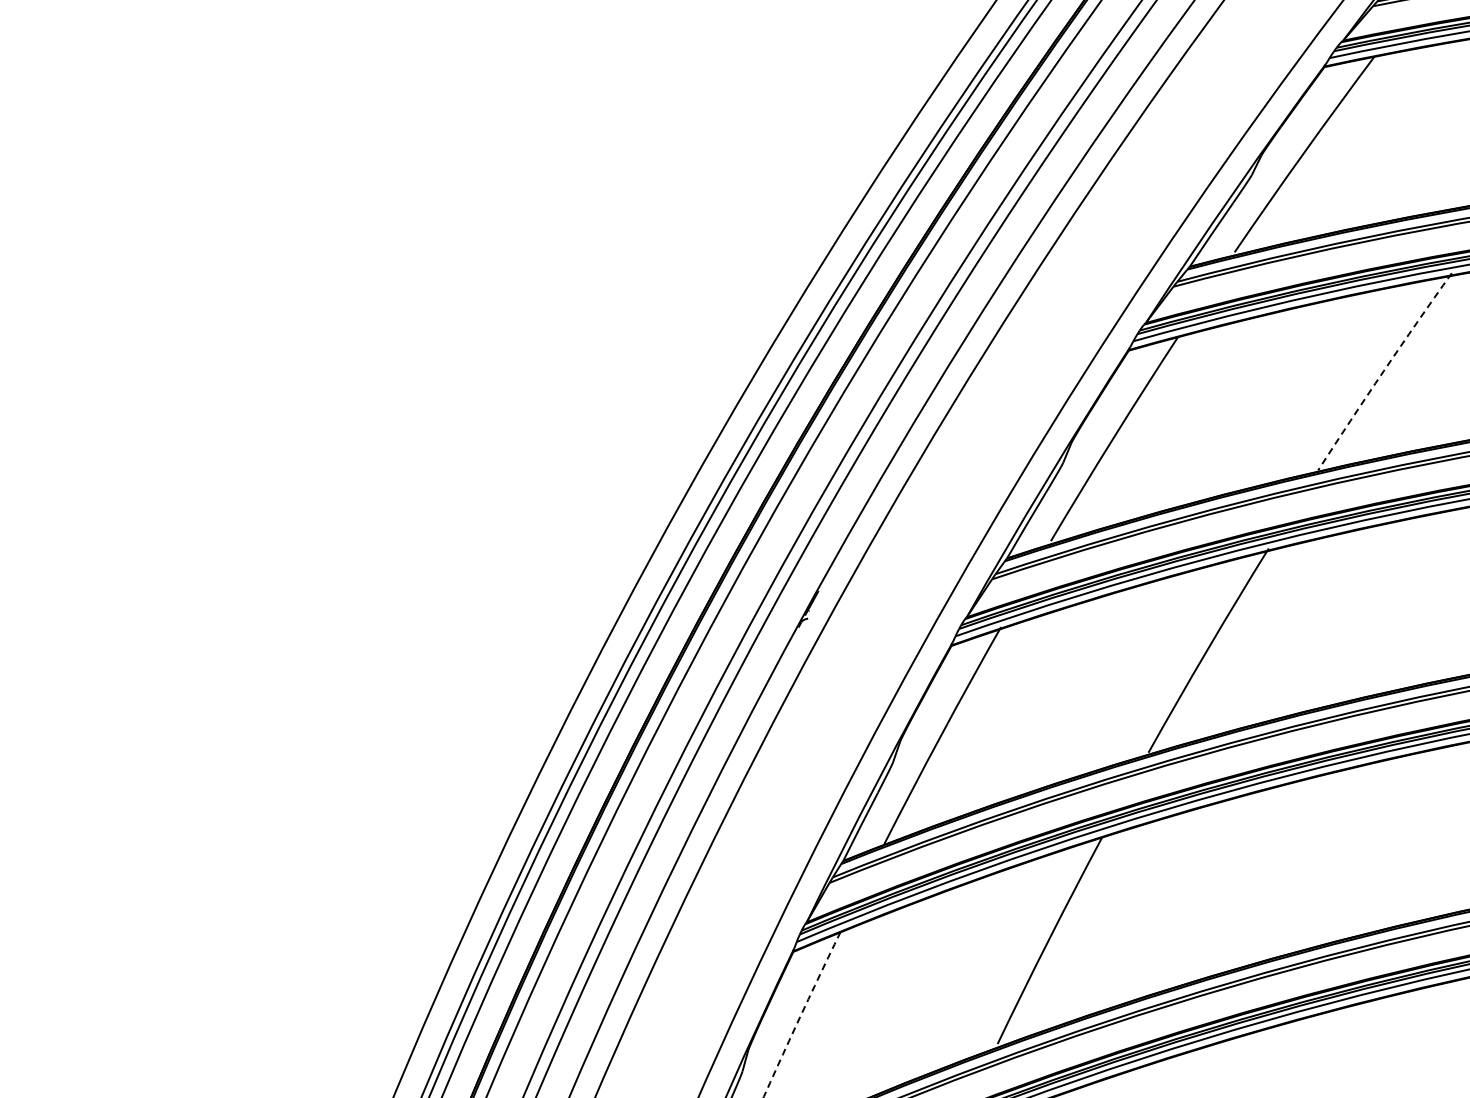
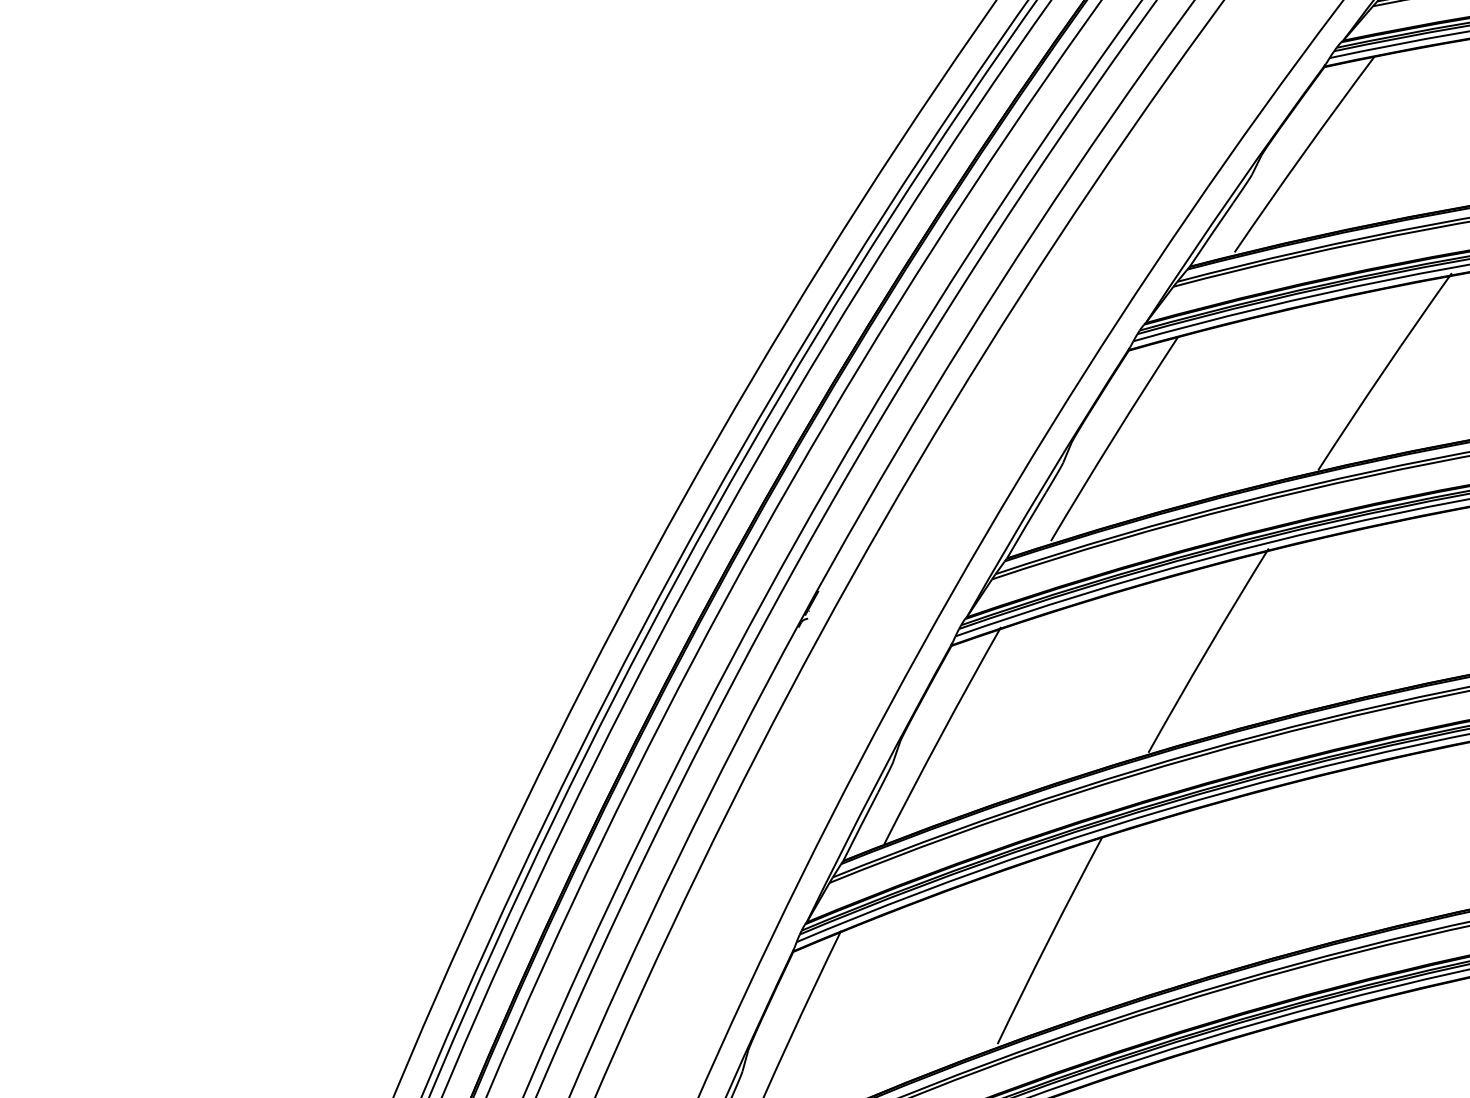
arc at (1383, 371): dashed -> solid
arc at (801, 1013): dashed -> solid
